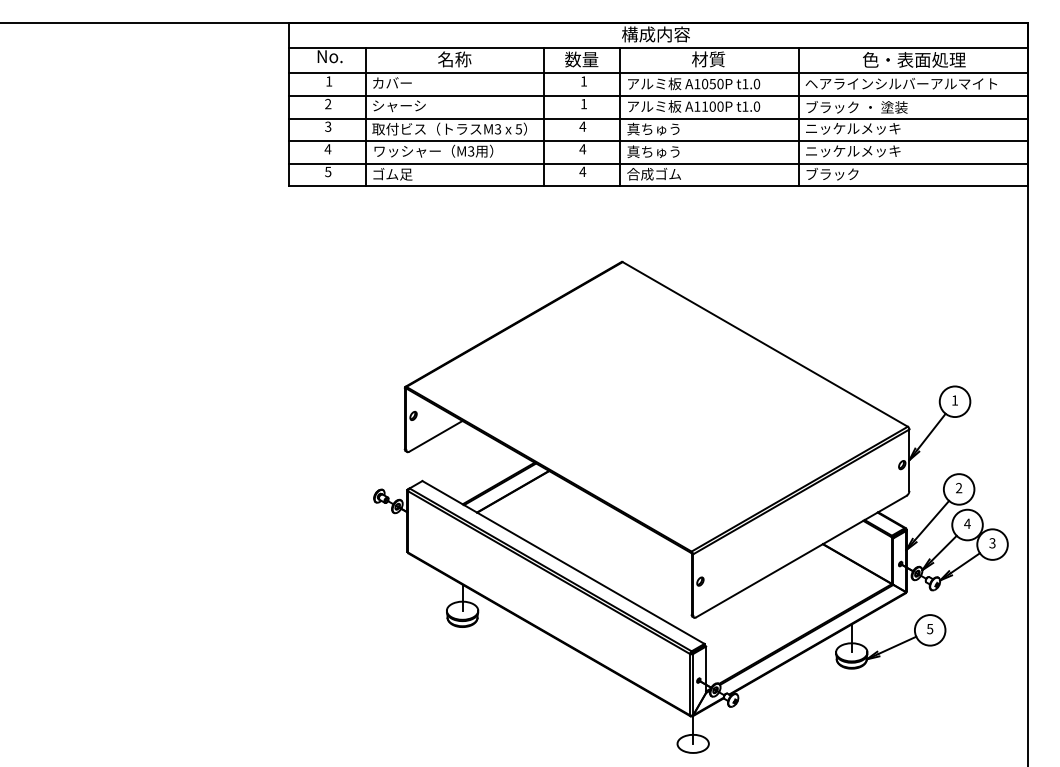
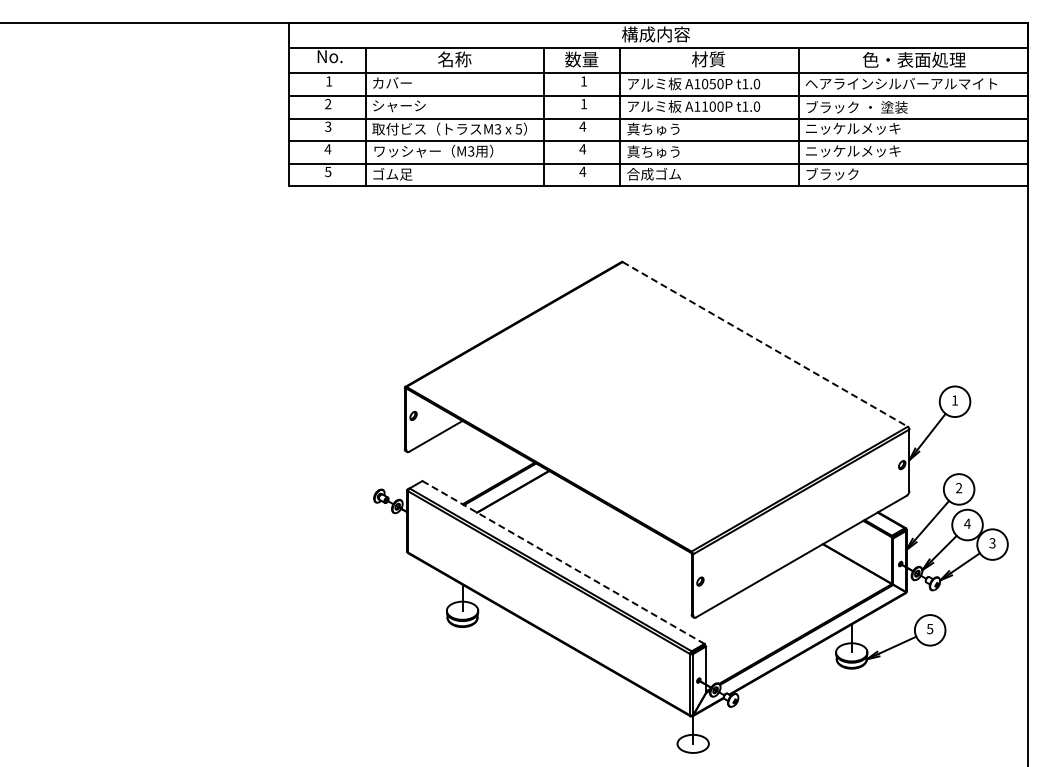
line at (765, 344): solid -> dashed
line at (563, 562): solid -> dashed
